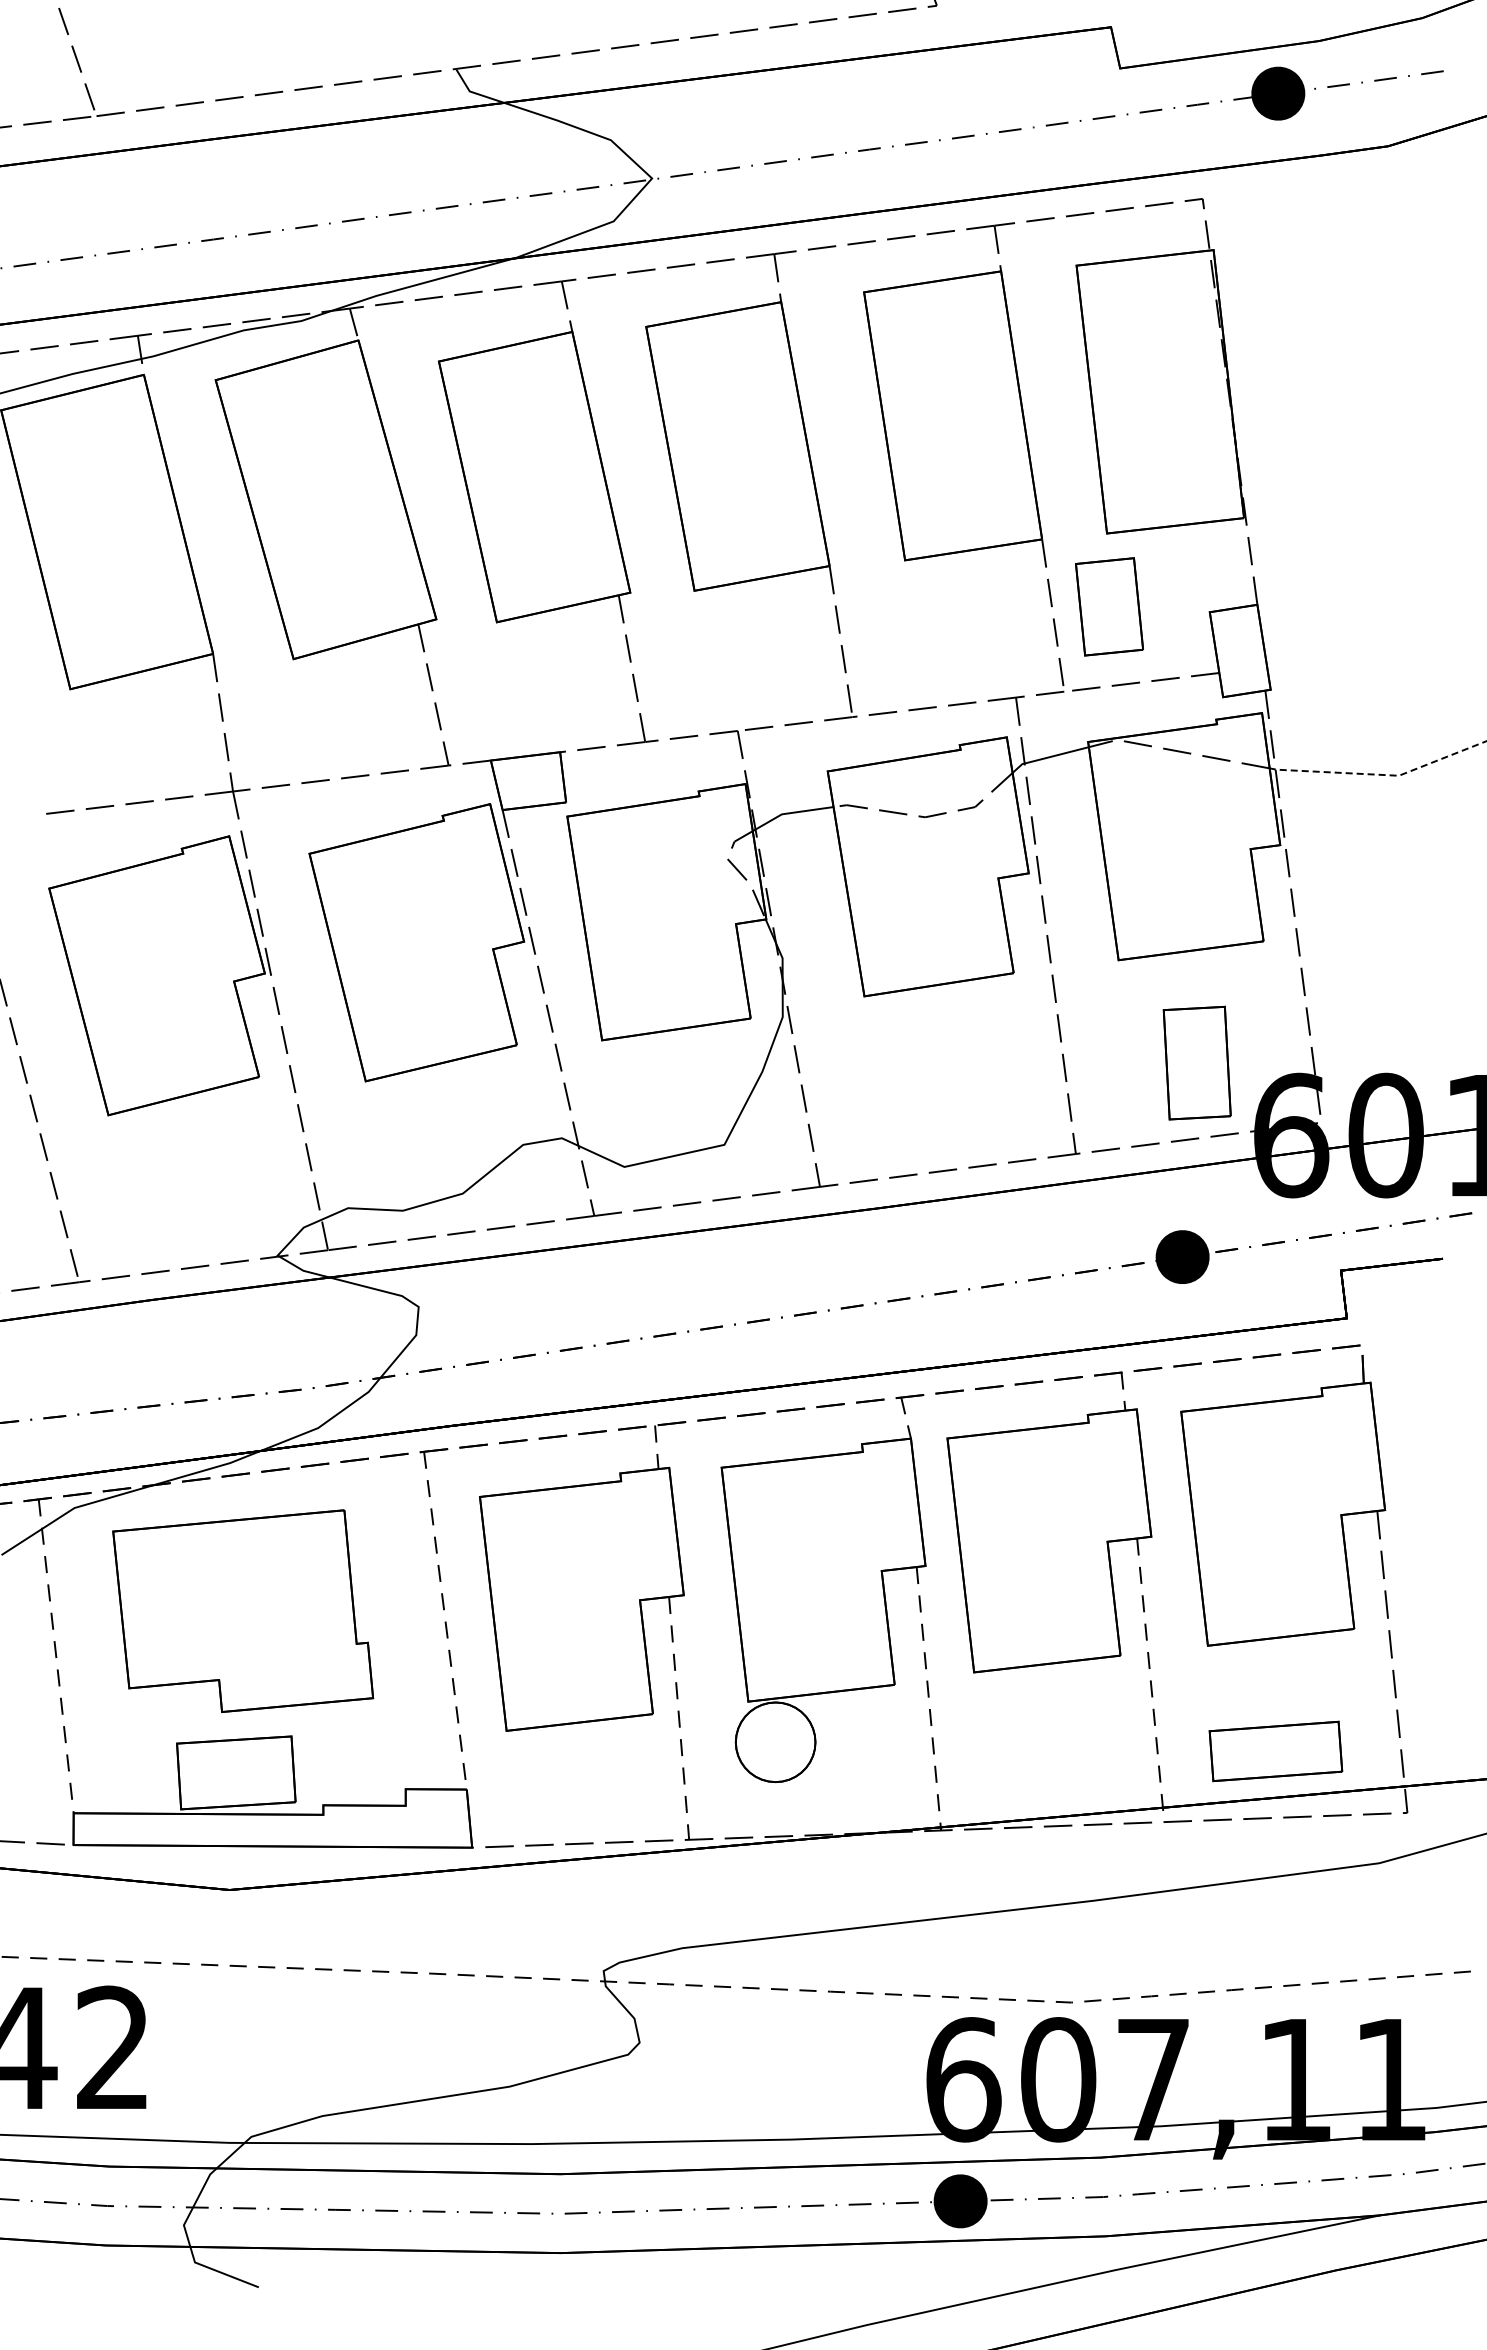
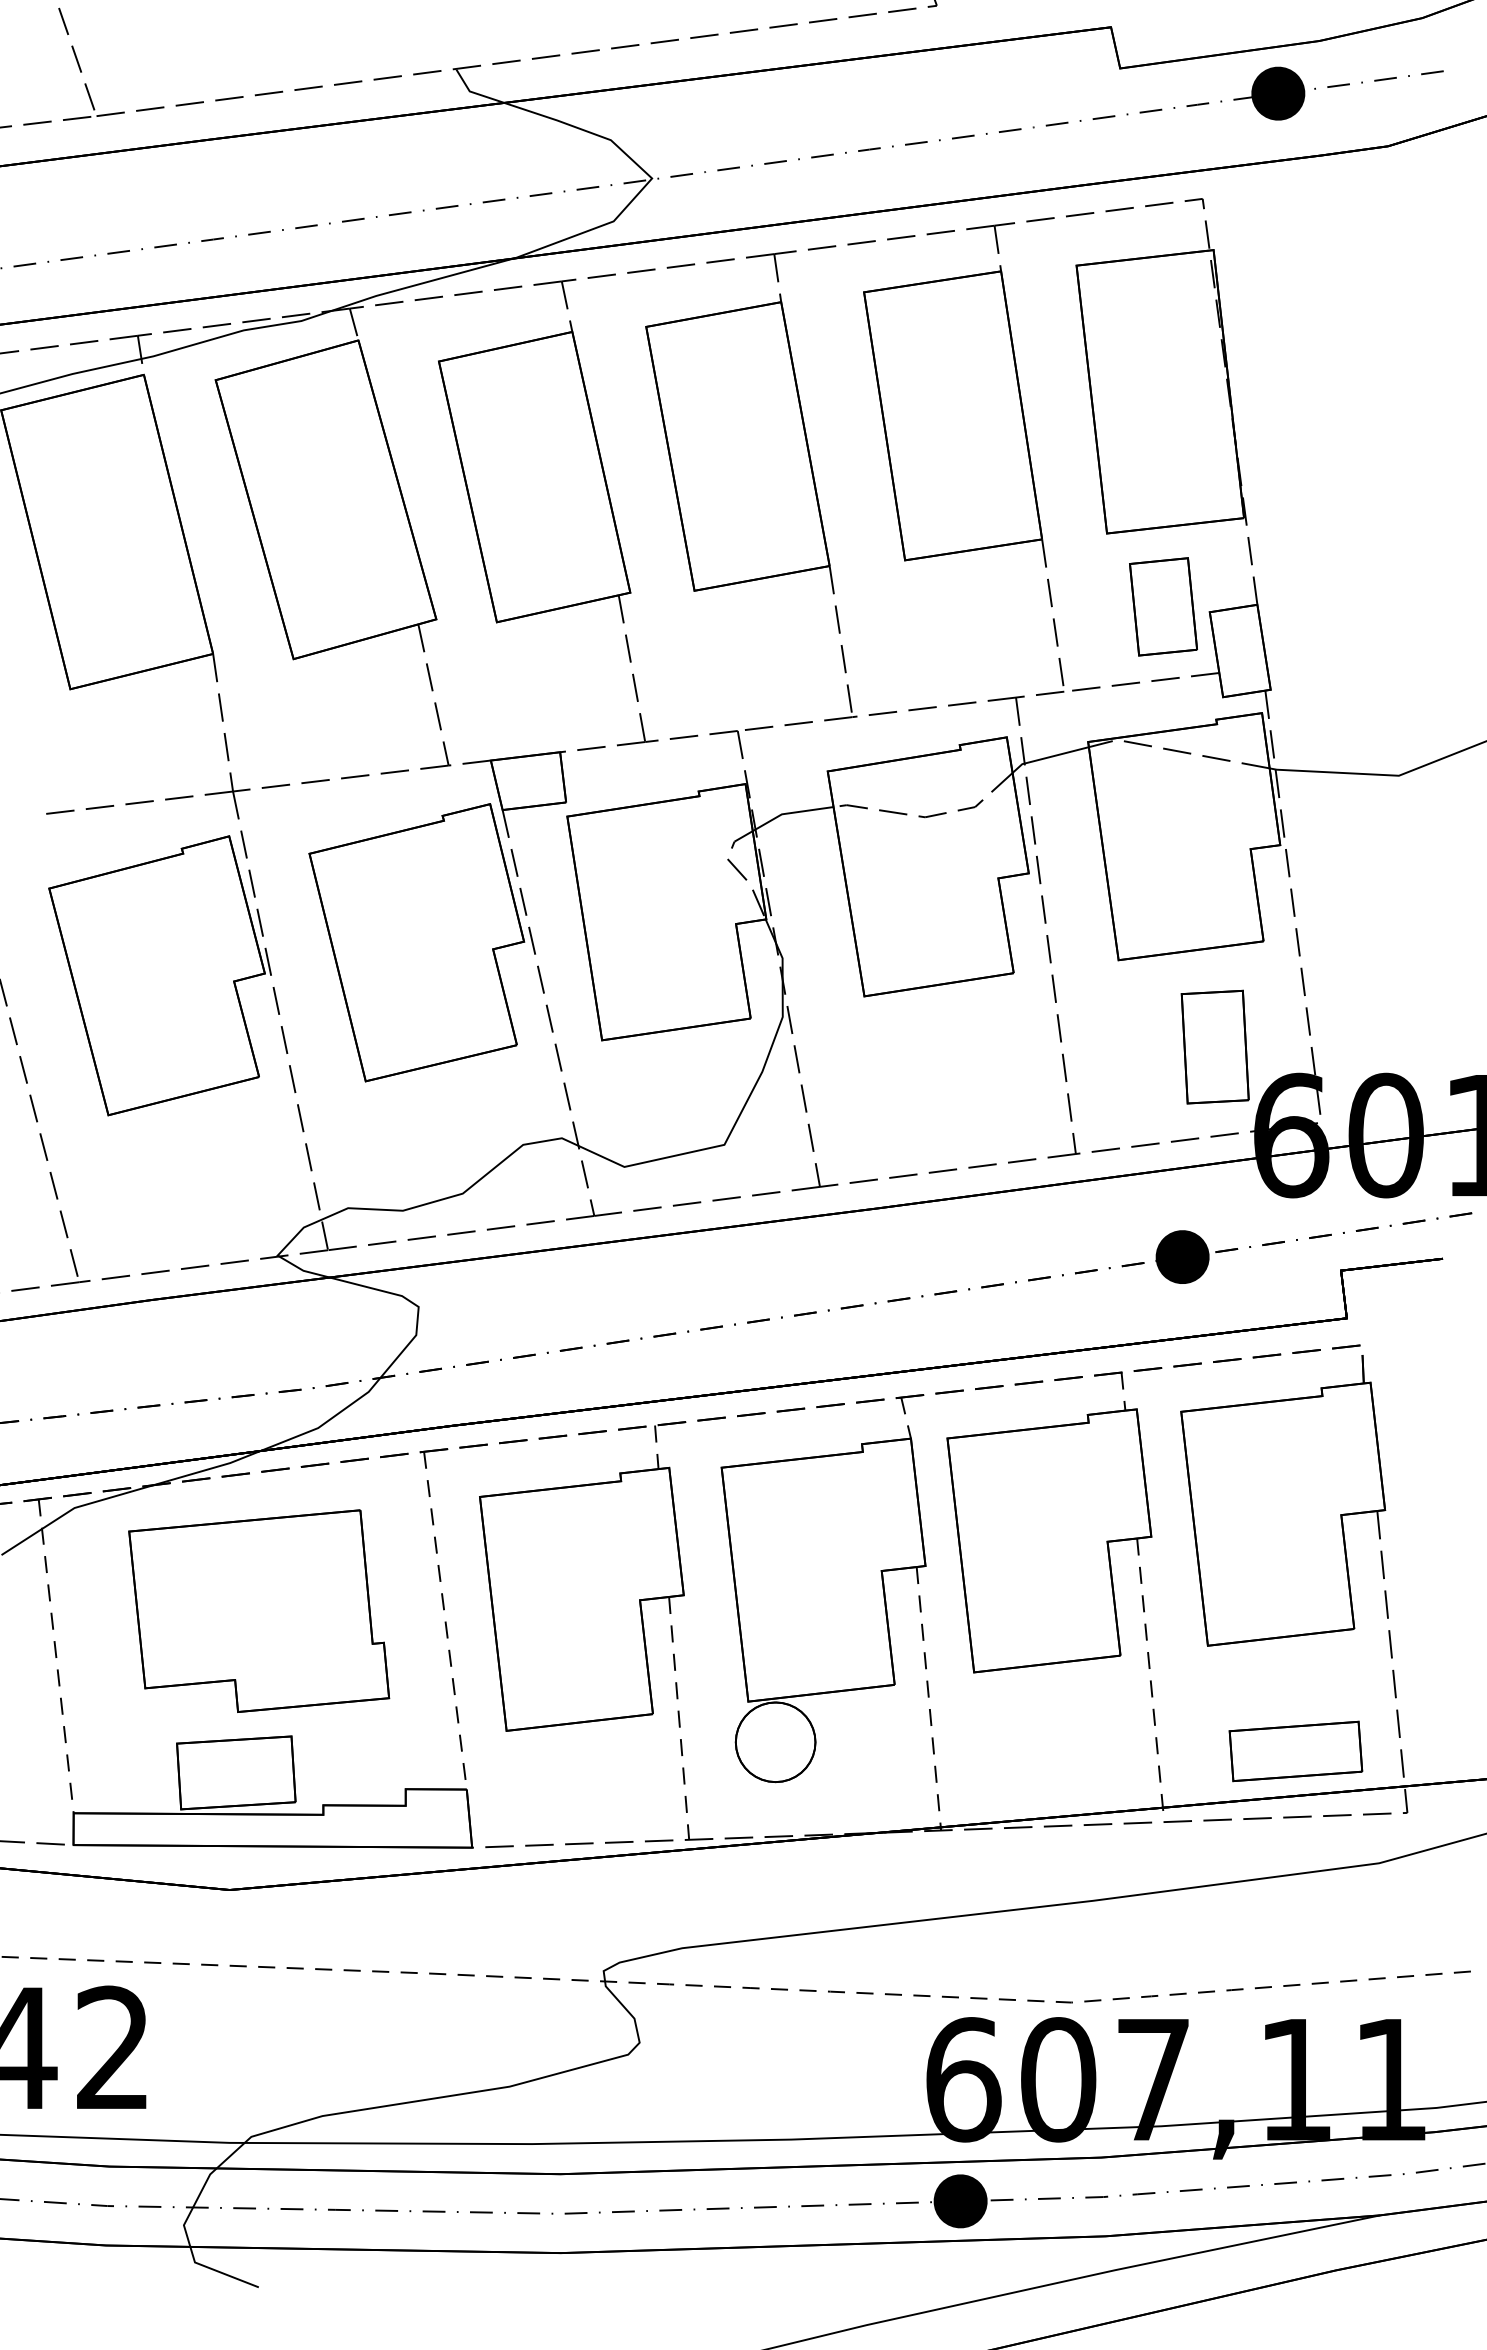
part at (1109, 606) position: (1109, 606) -> (1163, 606)
line at (1380, 774): dashed -> solid
part at (1196, 1062) position: (1196, 1062) -> (1214, 1046)
part at (243, 1610) position: (243, 1610) -> (259, 1610)
part at (1275, 1751) position: (1275, 1751) -> (1295, 1751)
